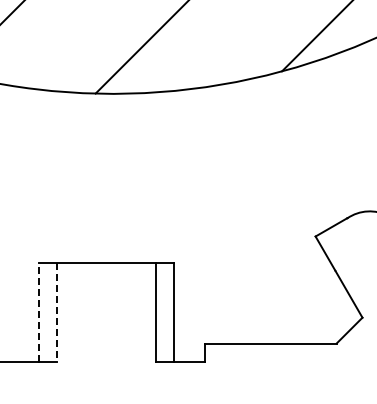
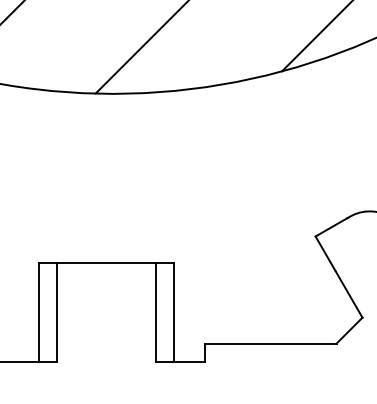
line at (39, 311): dashed -> solid
line at (57, 312): dashed -> solid
